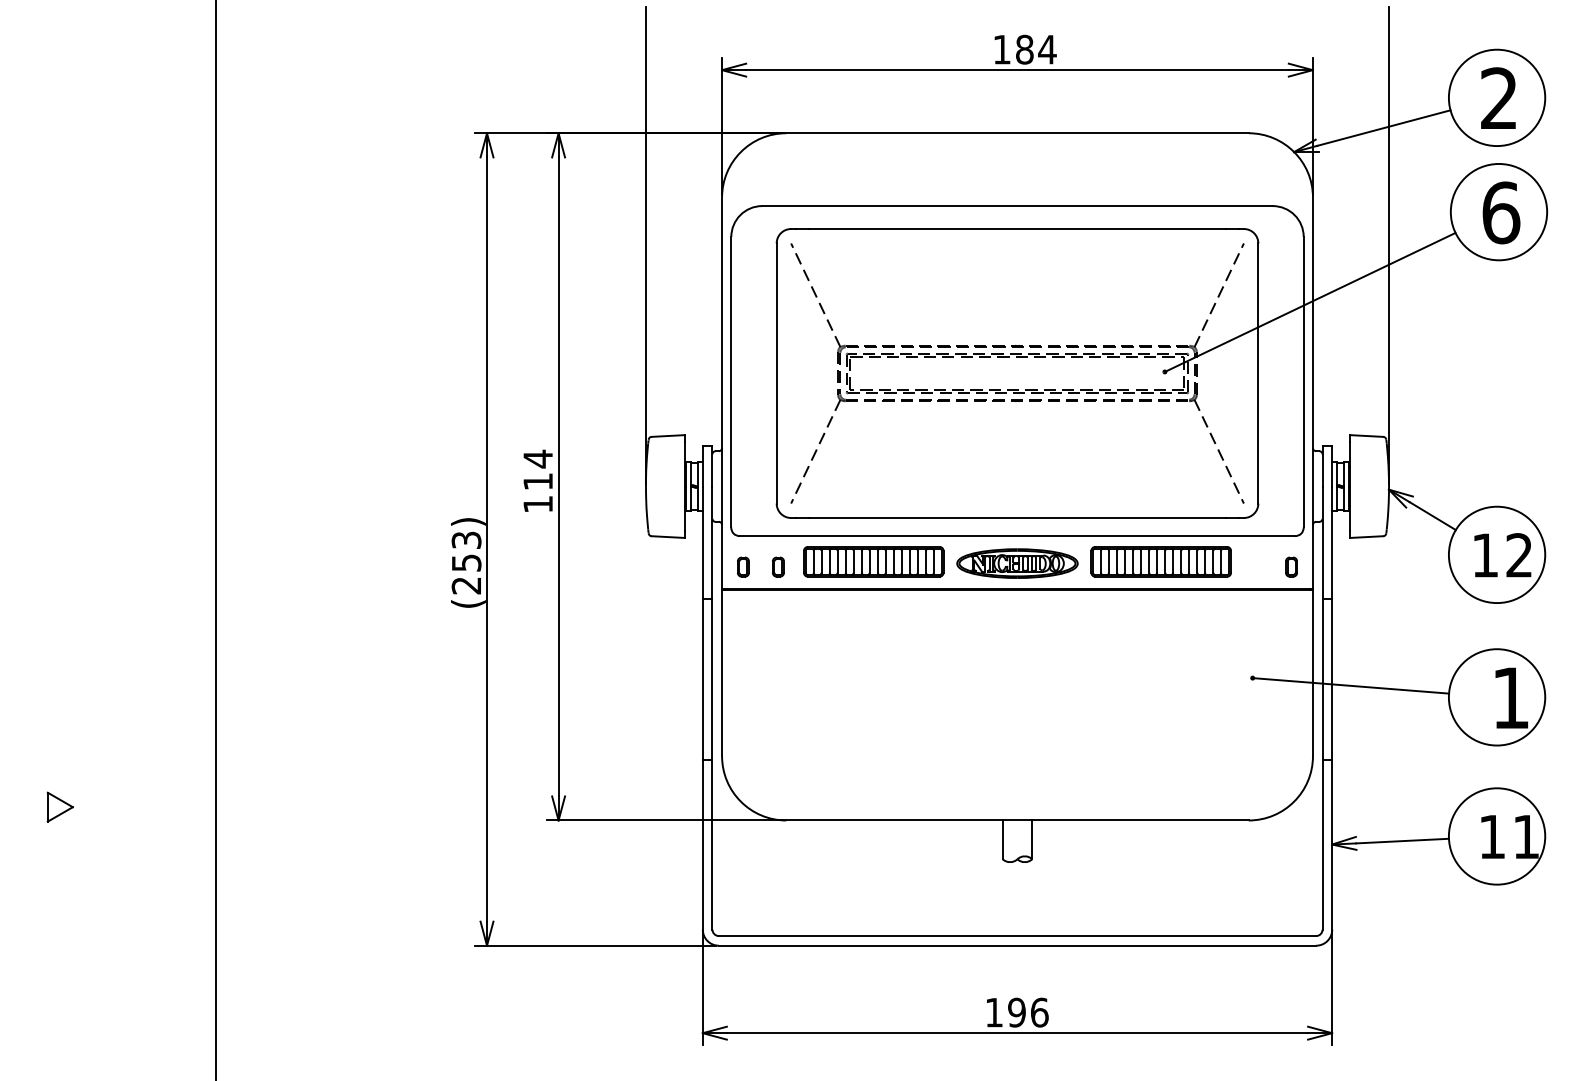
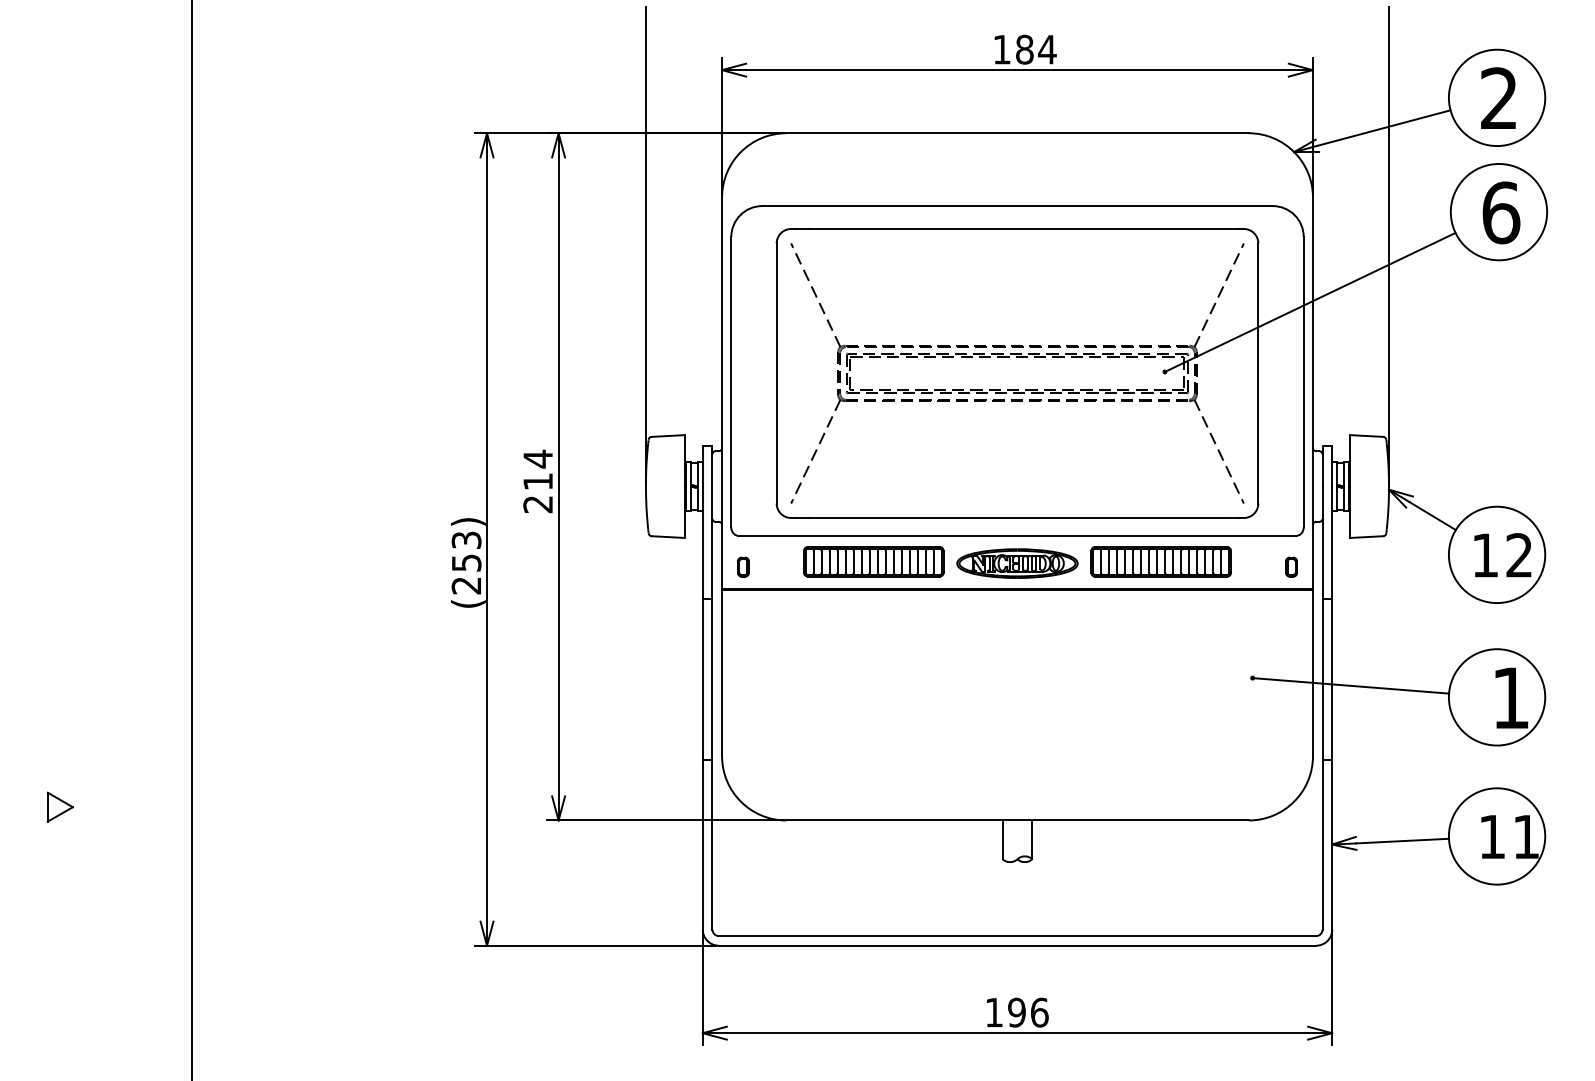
text at (537, 504): 114 -> 214
line at (216, 539) position: (216, 539) -> (192, 539)
part at (778, 566): present -> none
